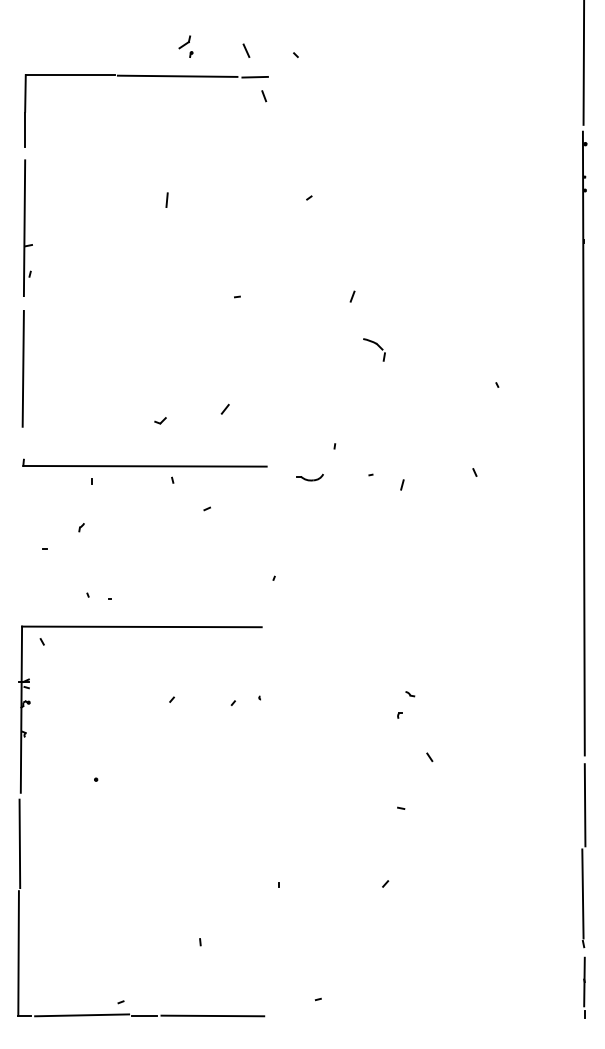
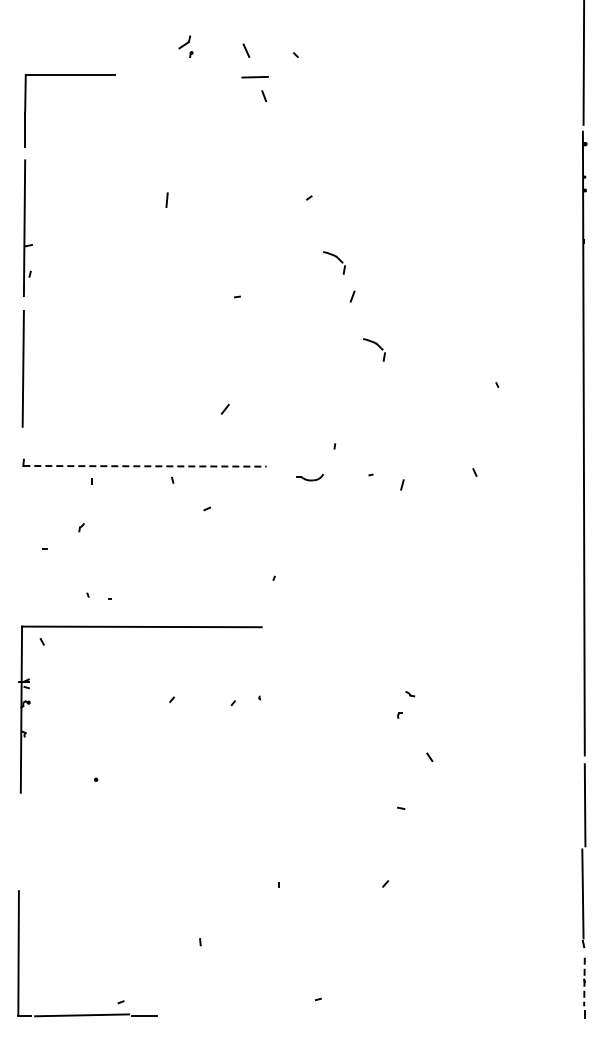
line at (177, 75): present -> none
part at (334, 262): none -> present
part at (160, 420): present -> none
line at (145, 466): solid -> dashed
line at (19, 843): present -> none
line at (584, 982): solid -> dashed
line at (212, 1015): present -> none
